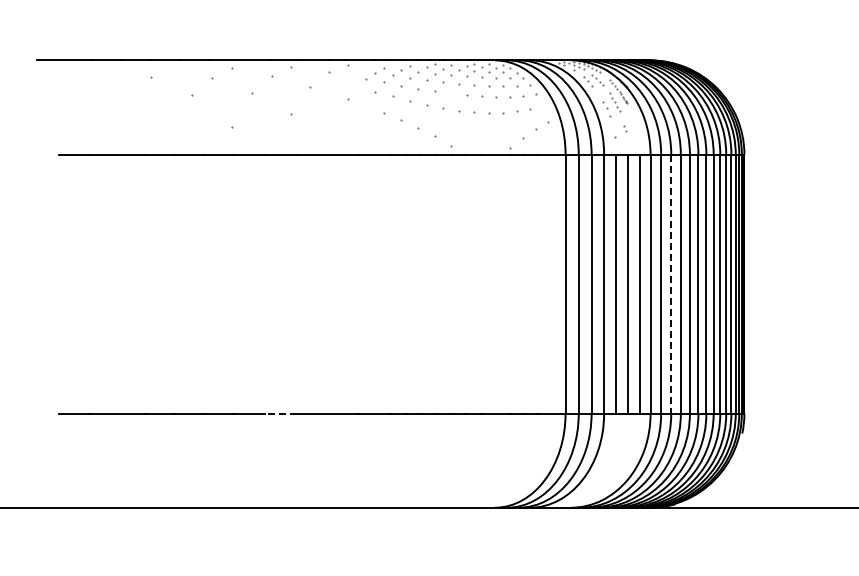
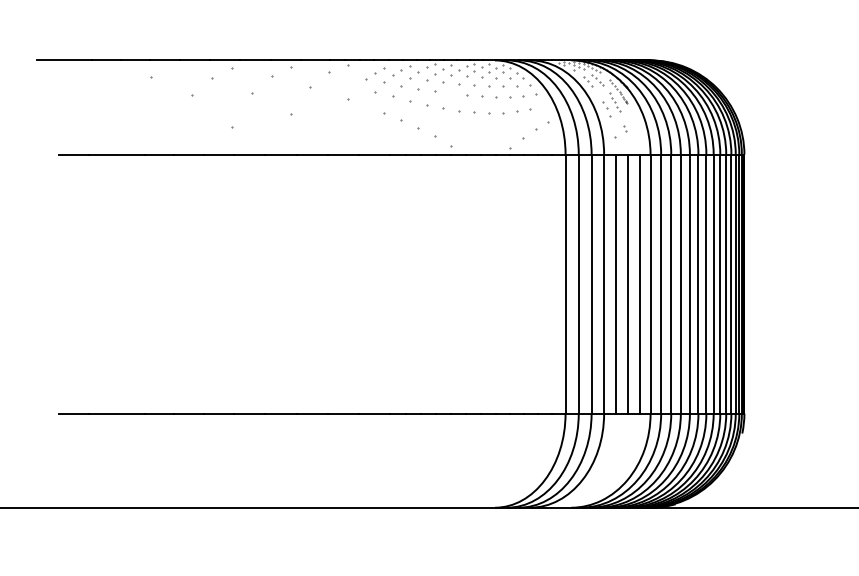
line at (671, 284): dashed -> solid
line at (280, 413): dashed -> solid
